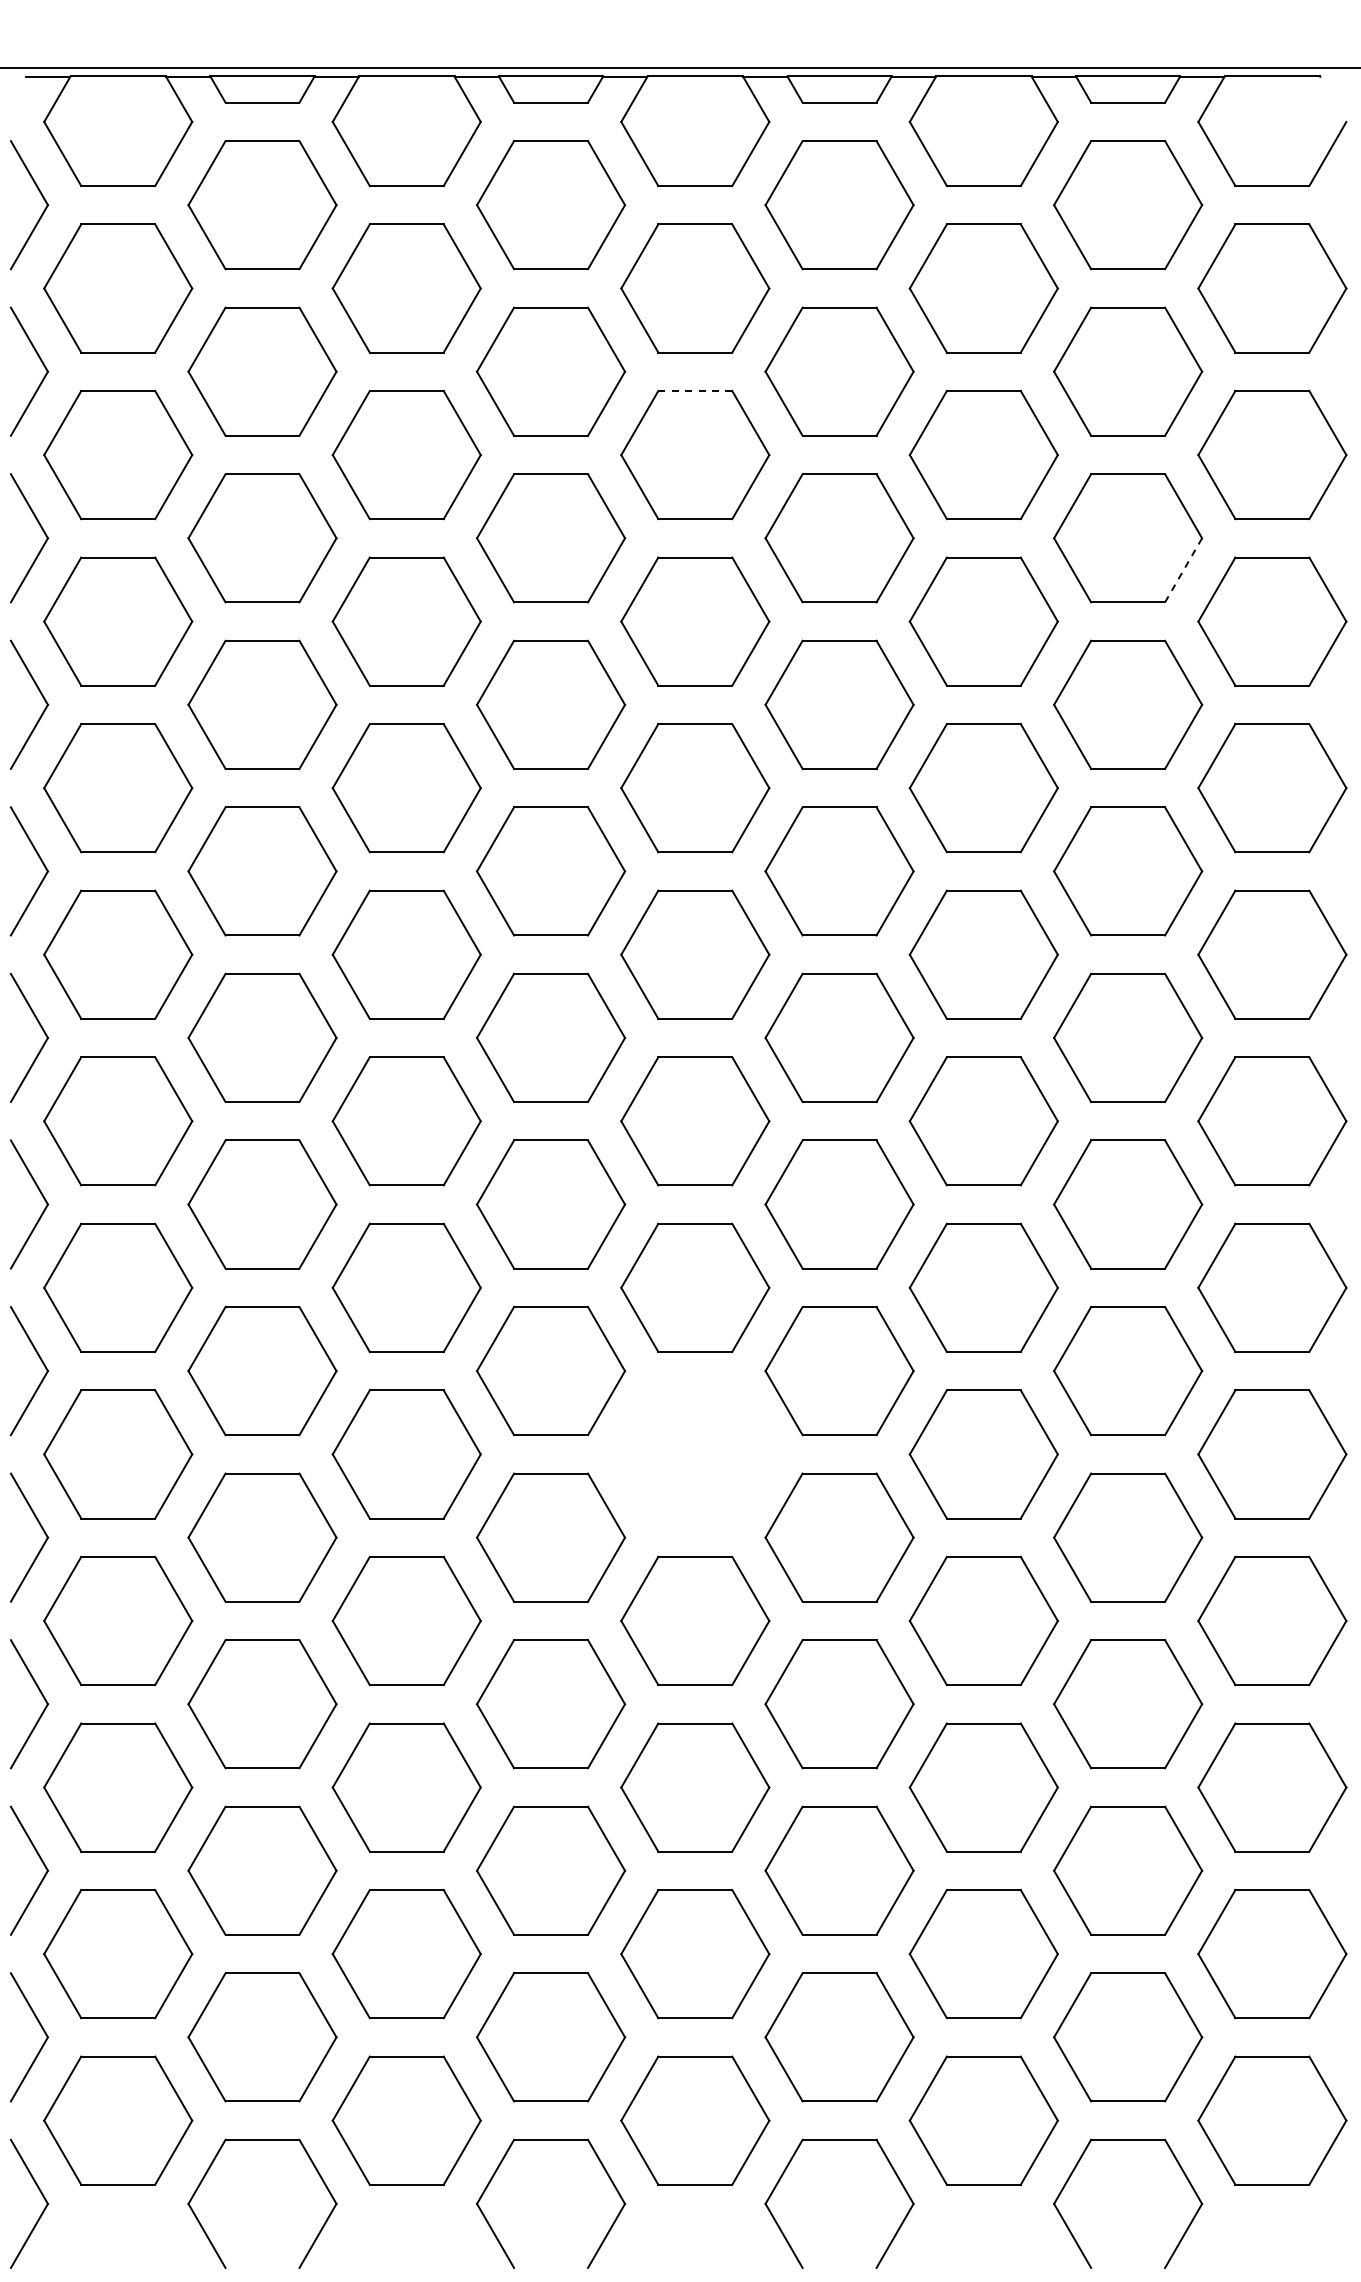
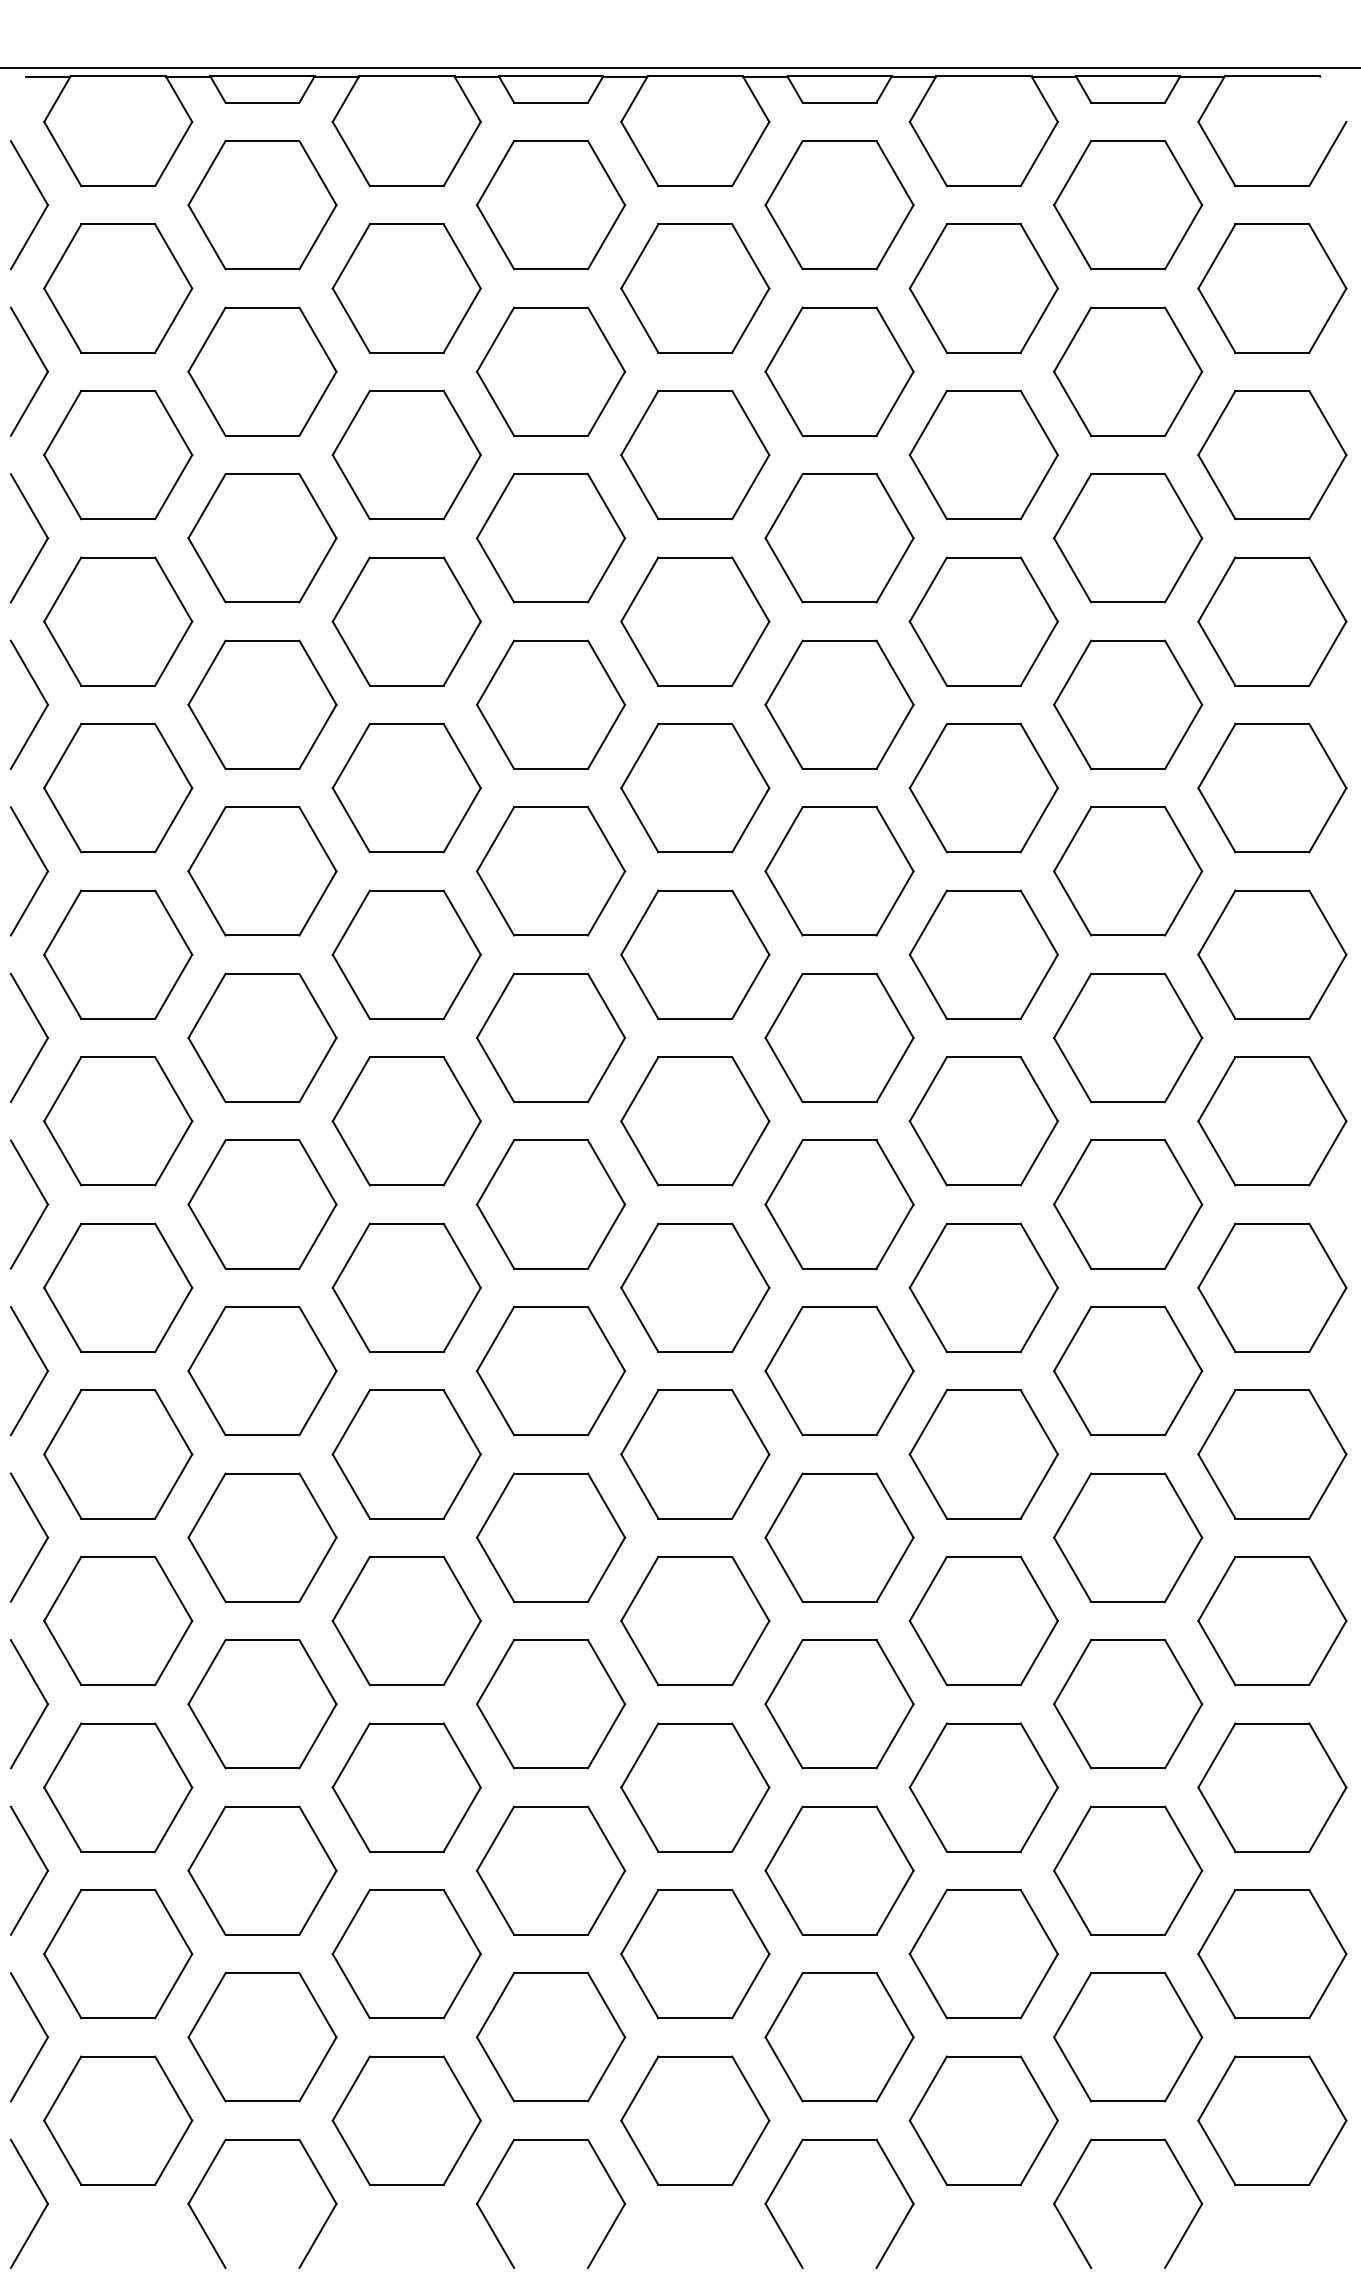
line at (695, 391): dashed -> solid
line at (1183, 570): dashed -> solid
part at (695, 1454): none -> present
